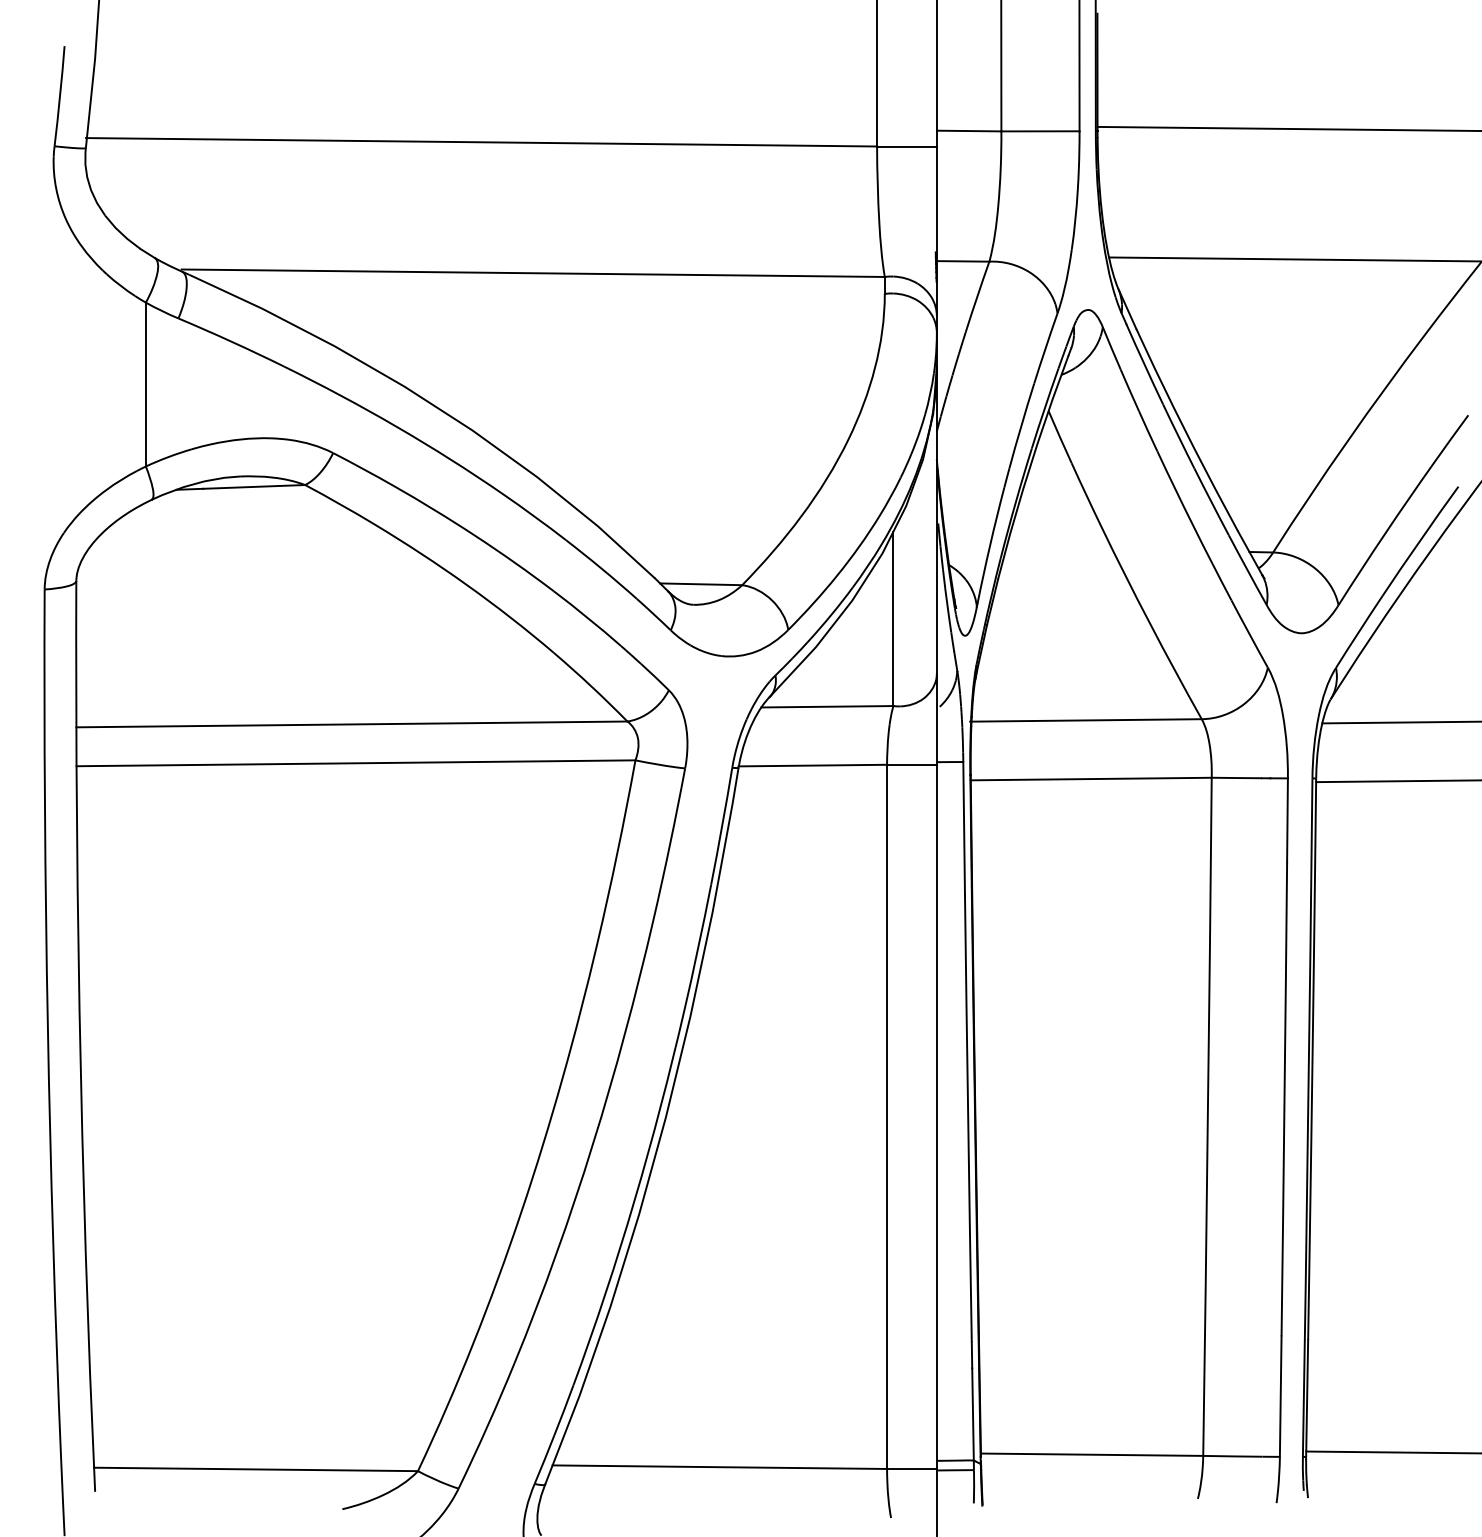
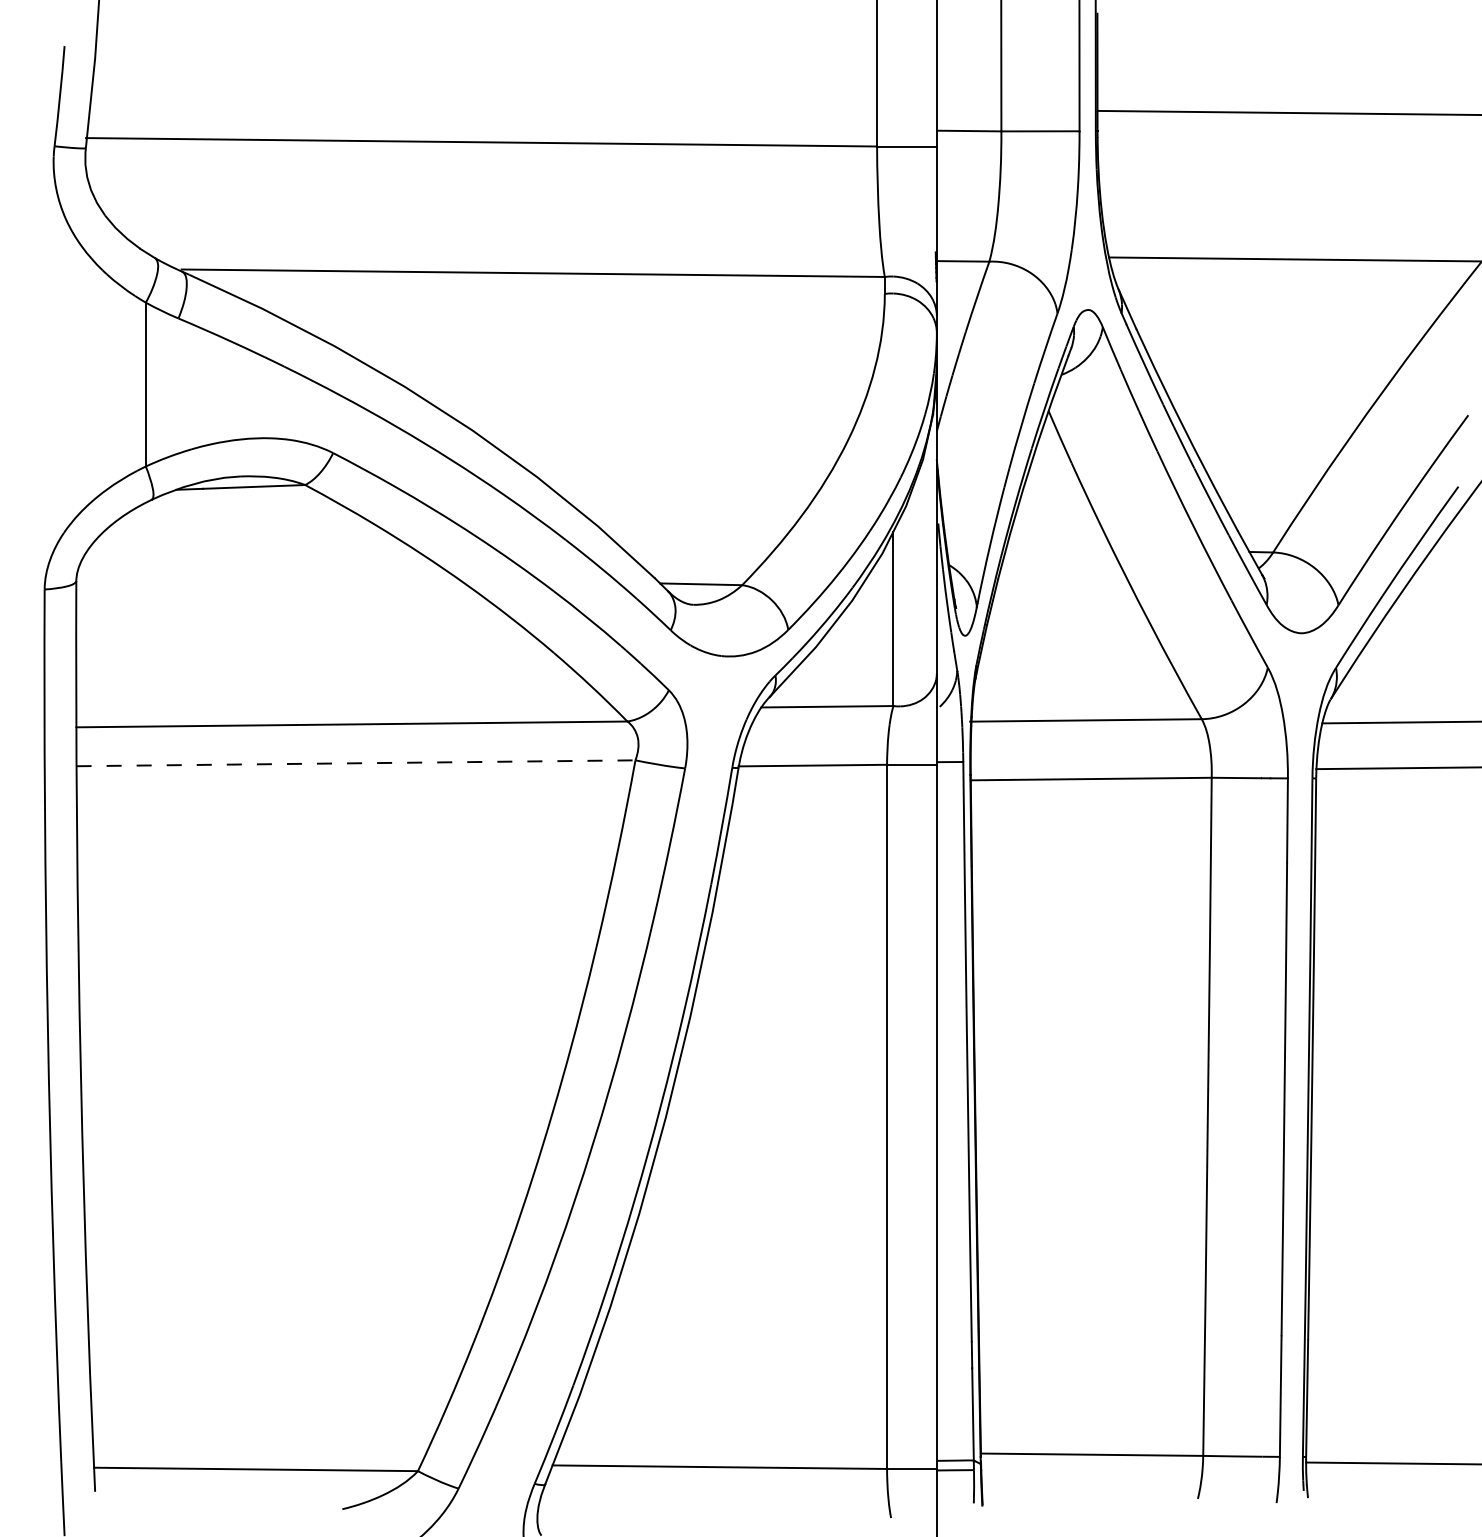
line at (1287, 128) position: (1287, 128) -> (1287, 112)
line at (356, 763): solid -> dashed
line at (1397, 781) position: (1397, 781) -> (1397, 768)
line at (1392, 1452) position: (1392, 1452) -> (1392, 1463)
